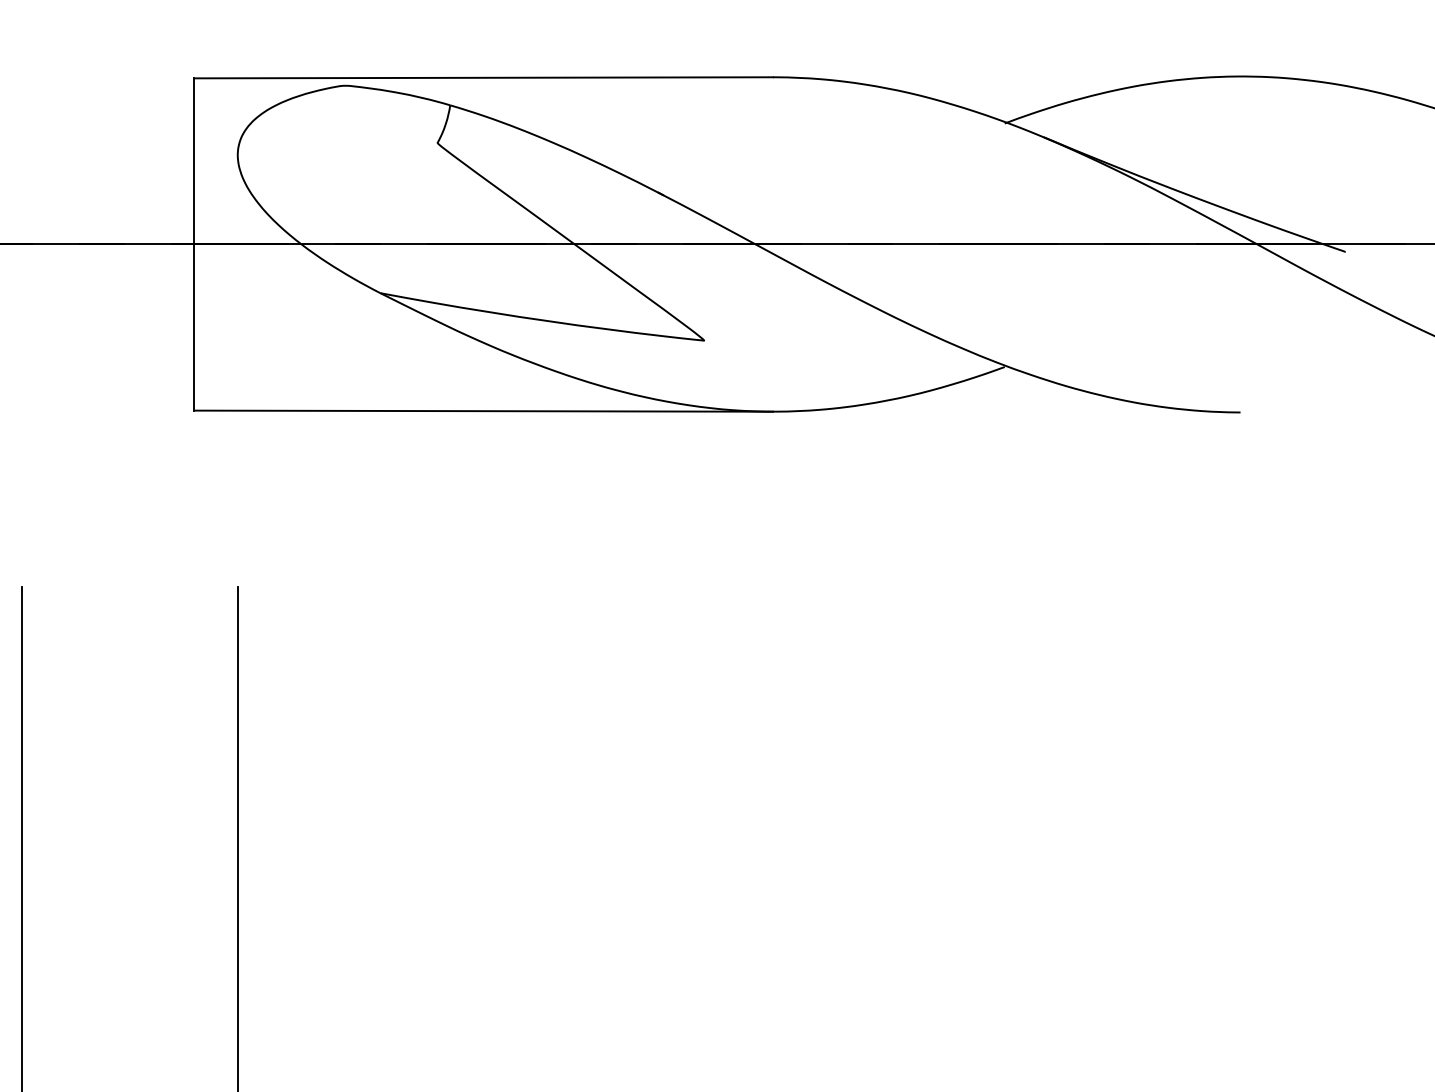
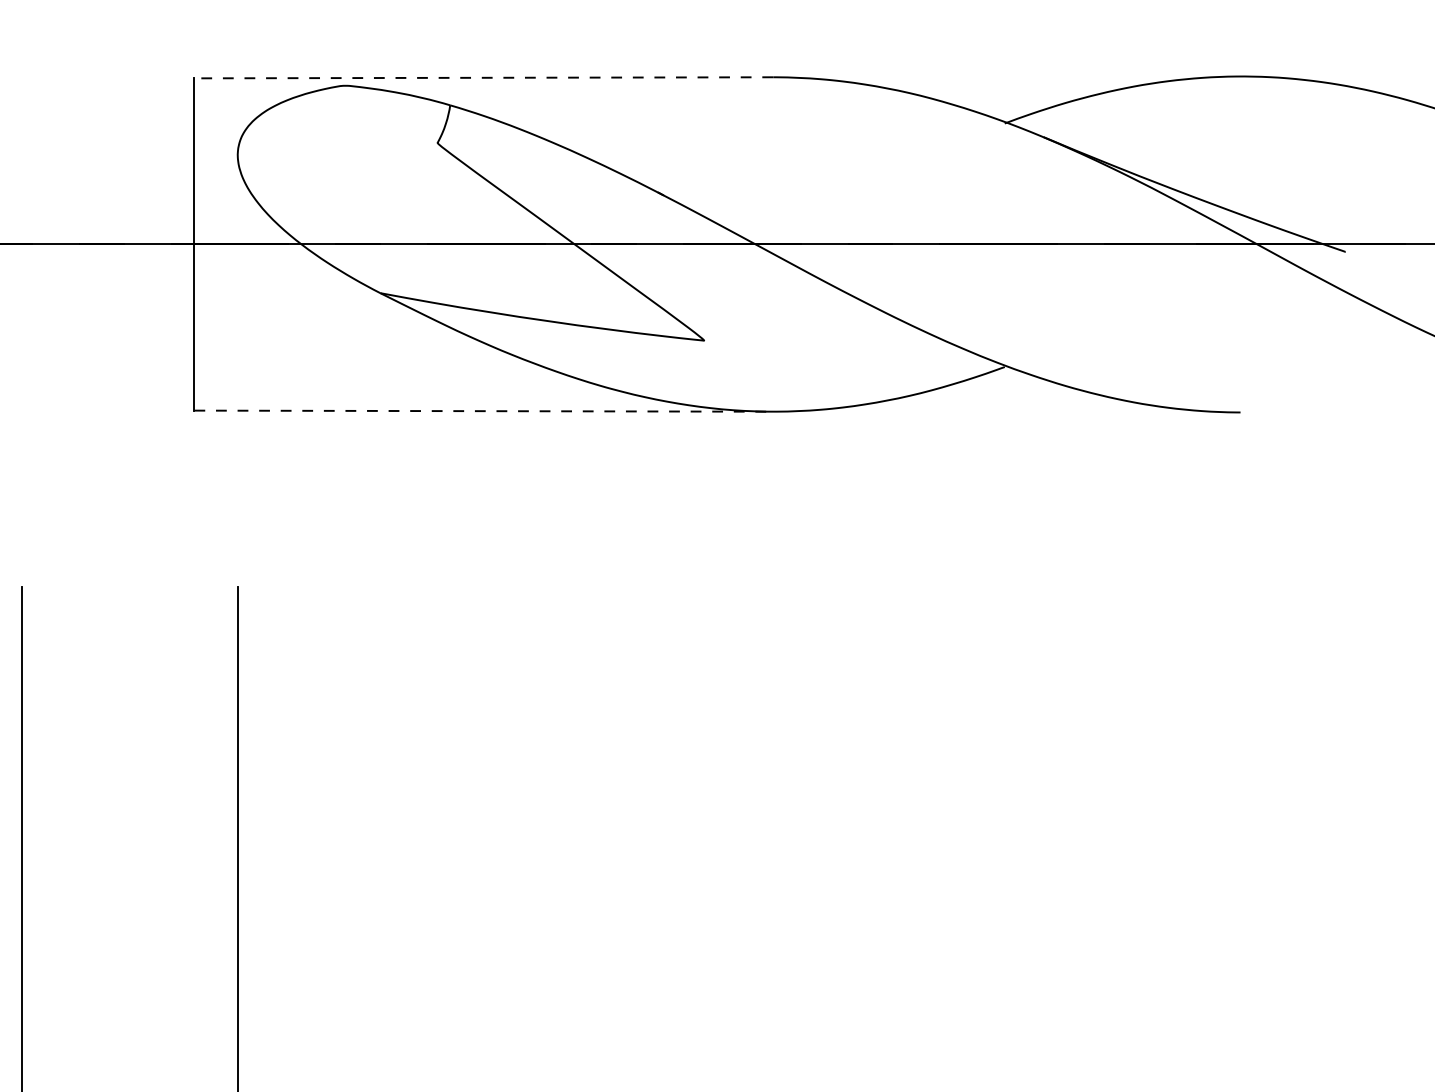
line at (483, 77): solid -> dashed
line at (484, 411): solid -> dashed
